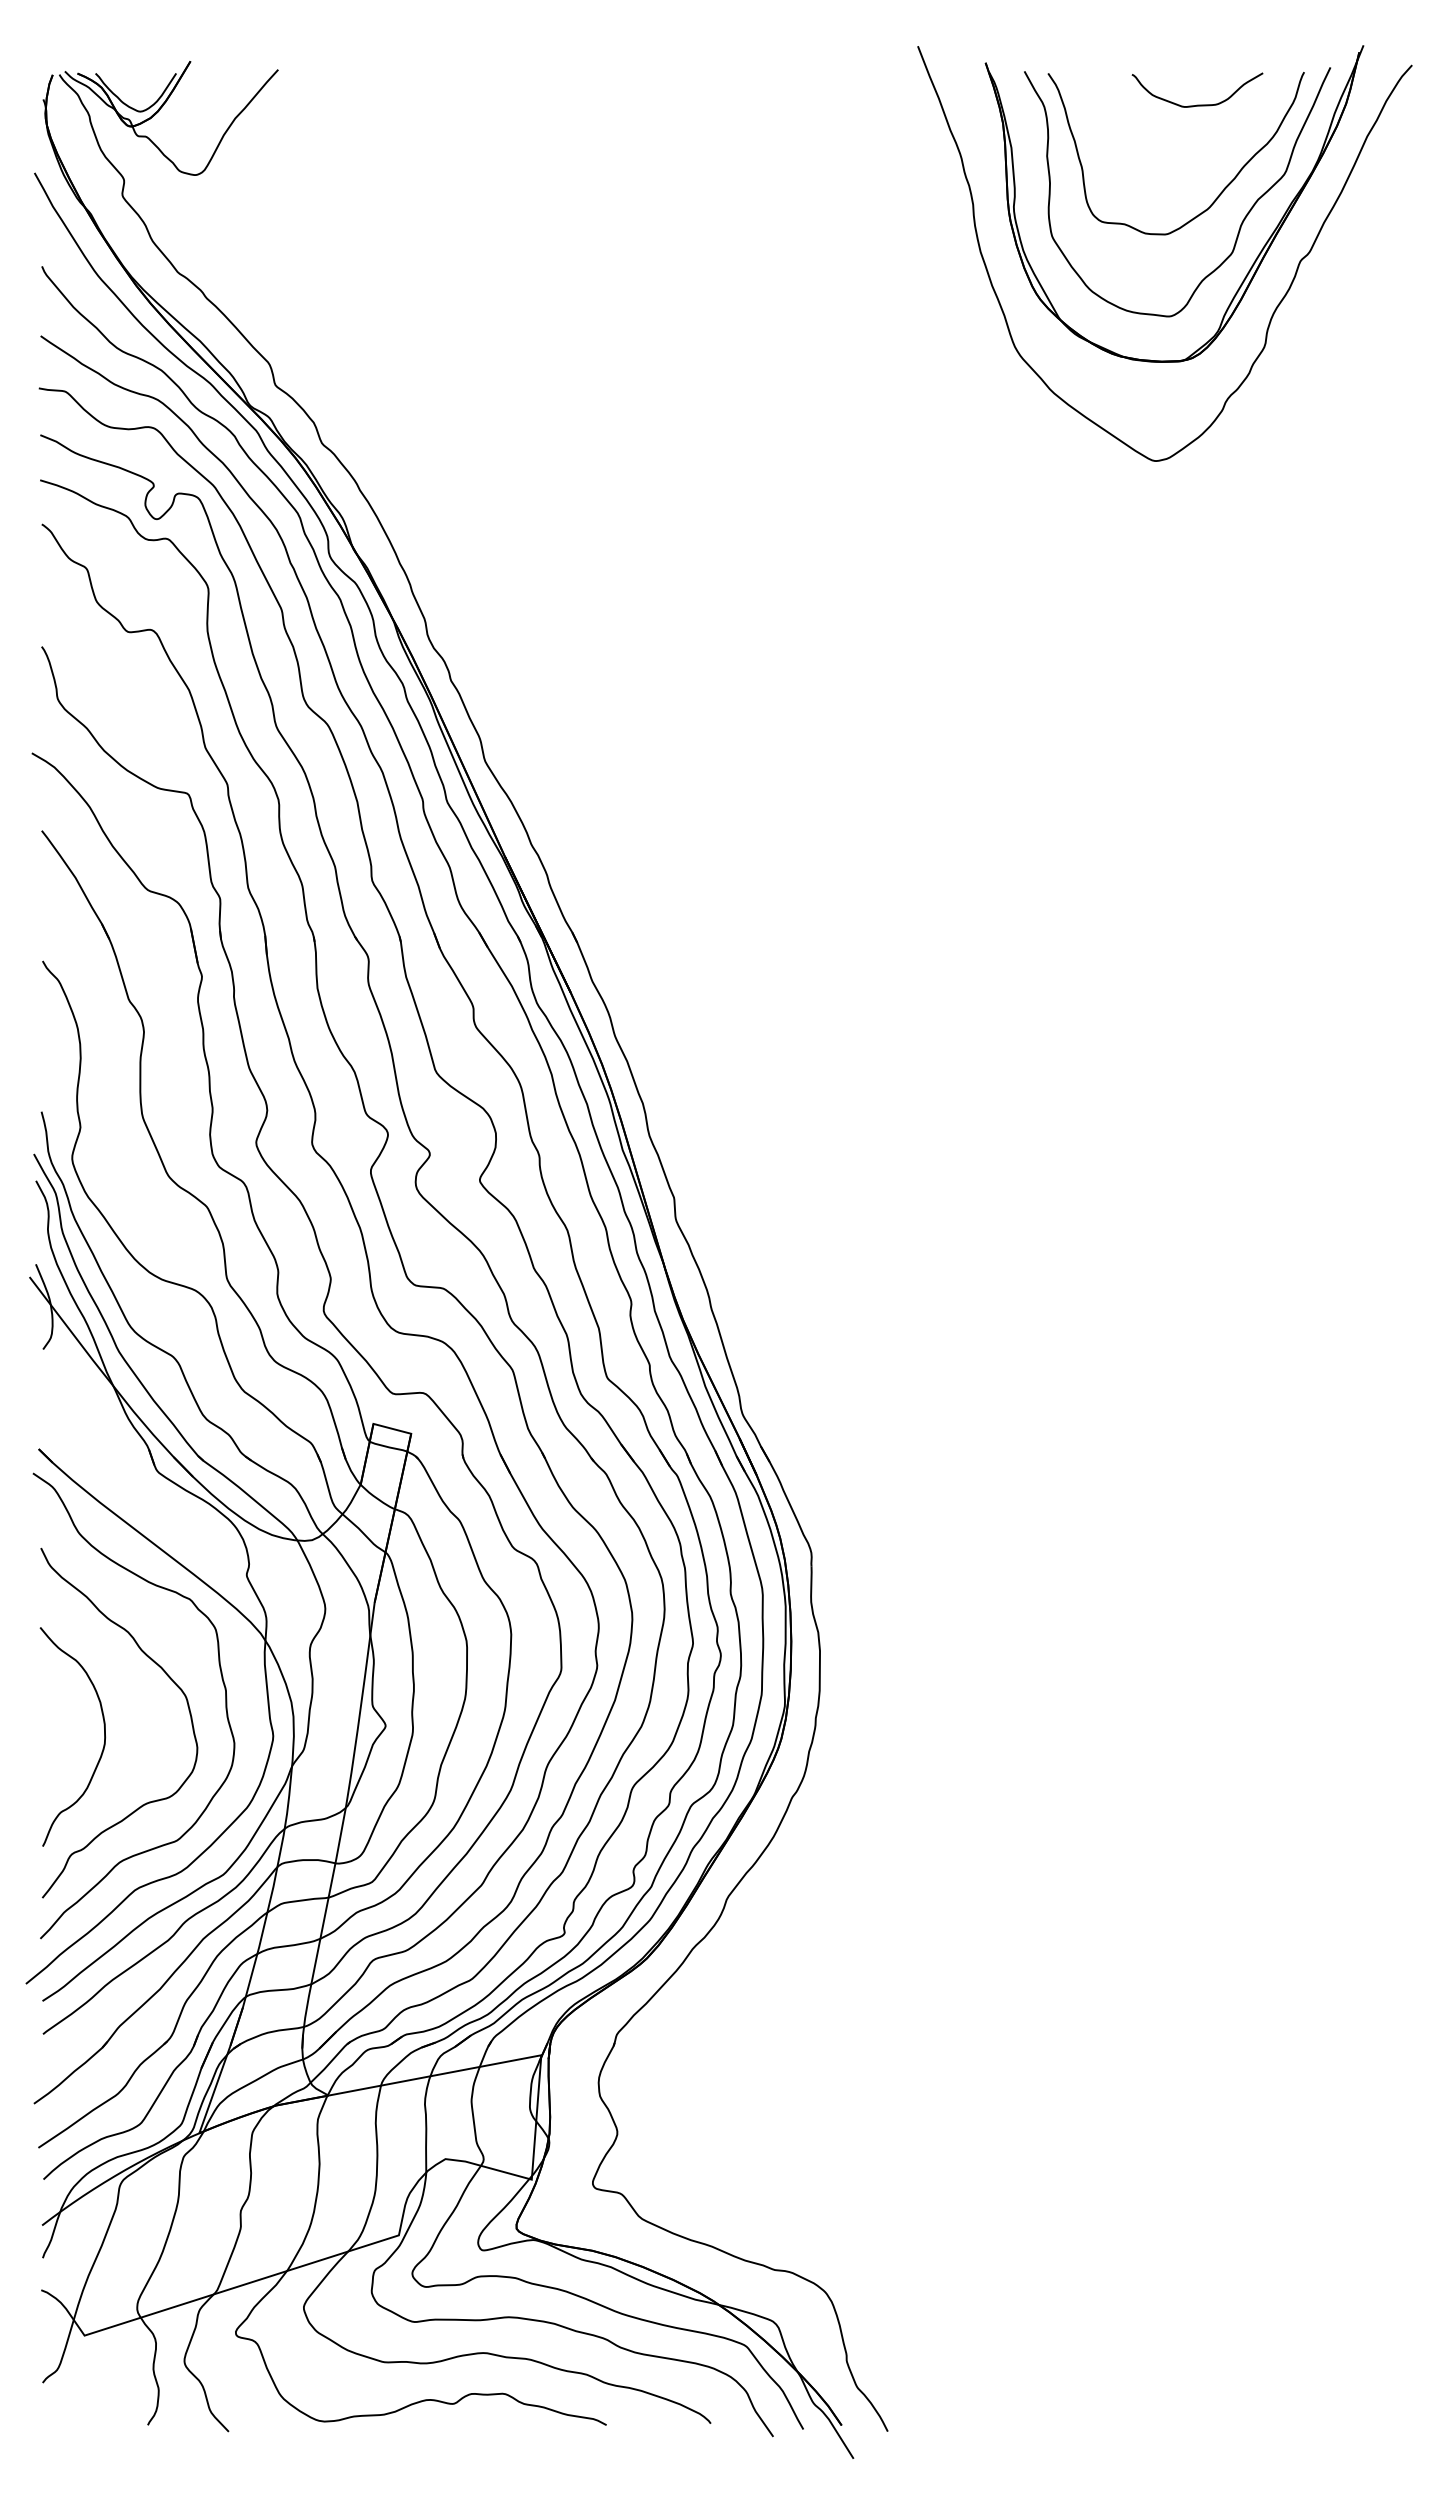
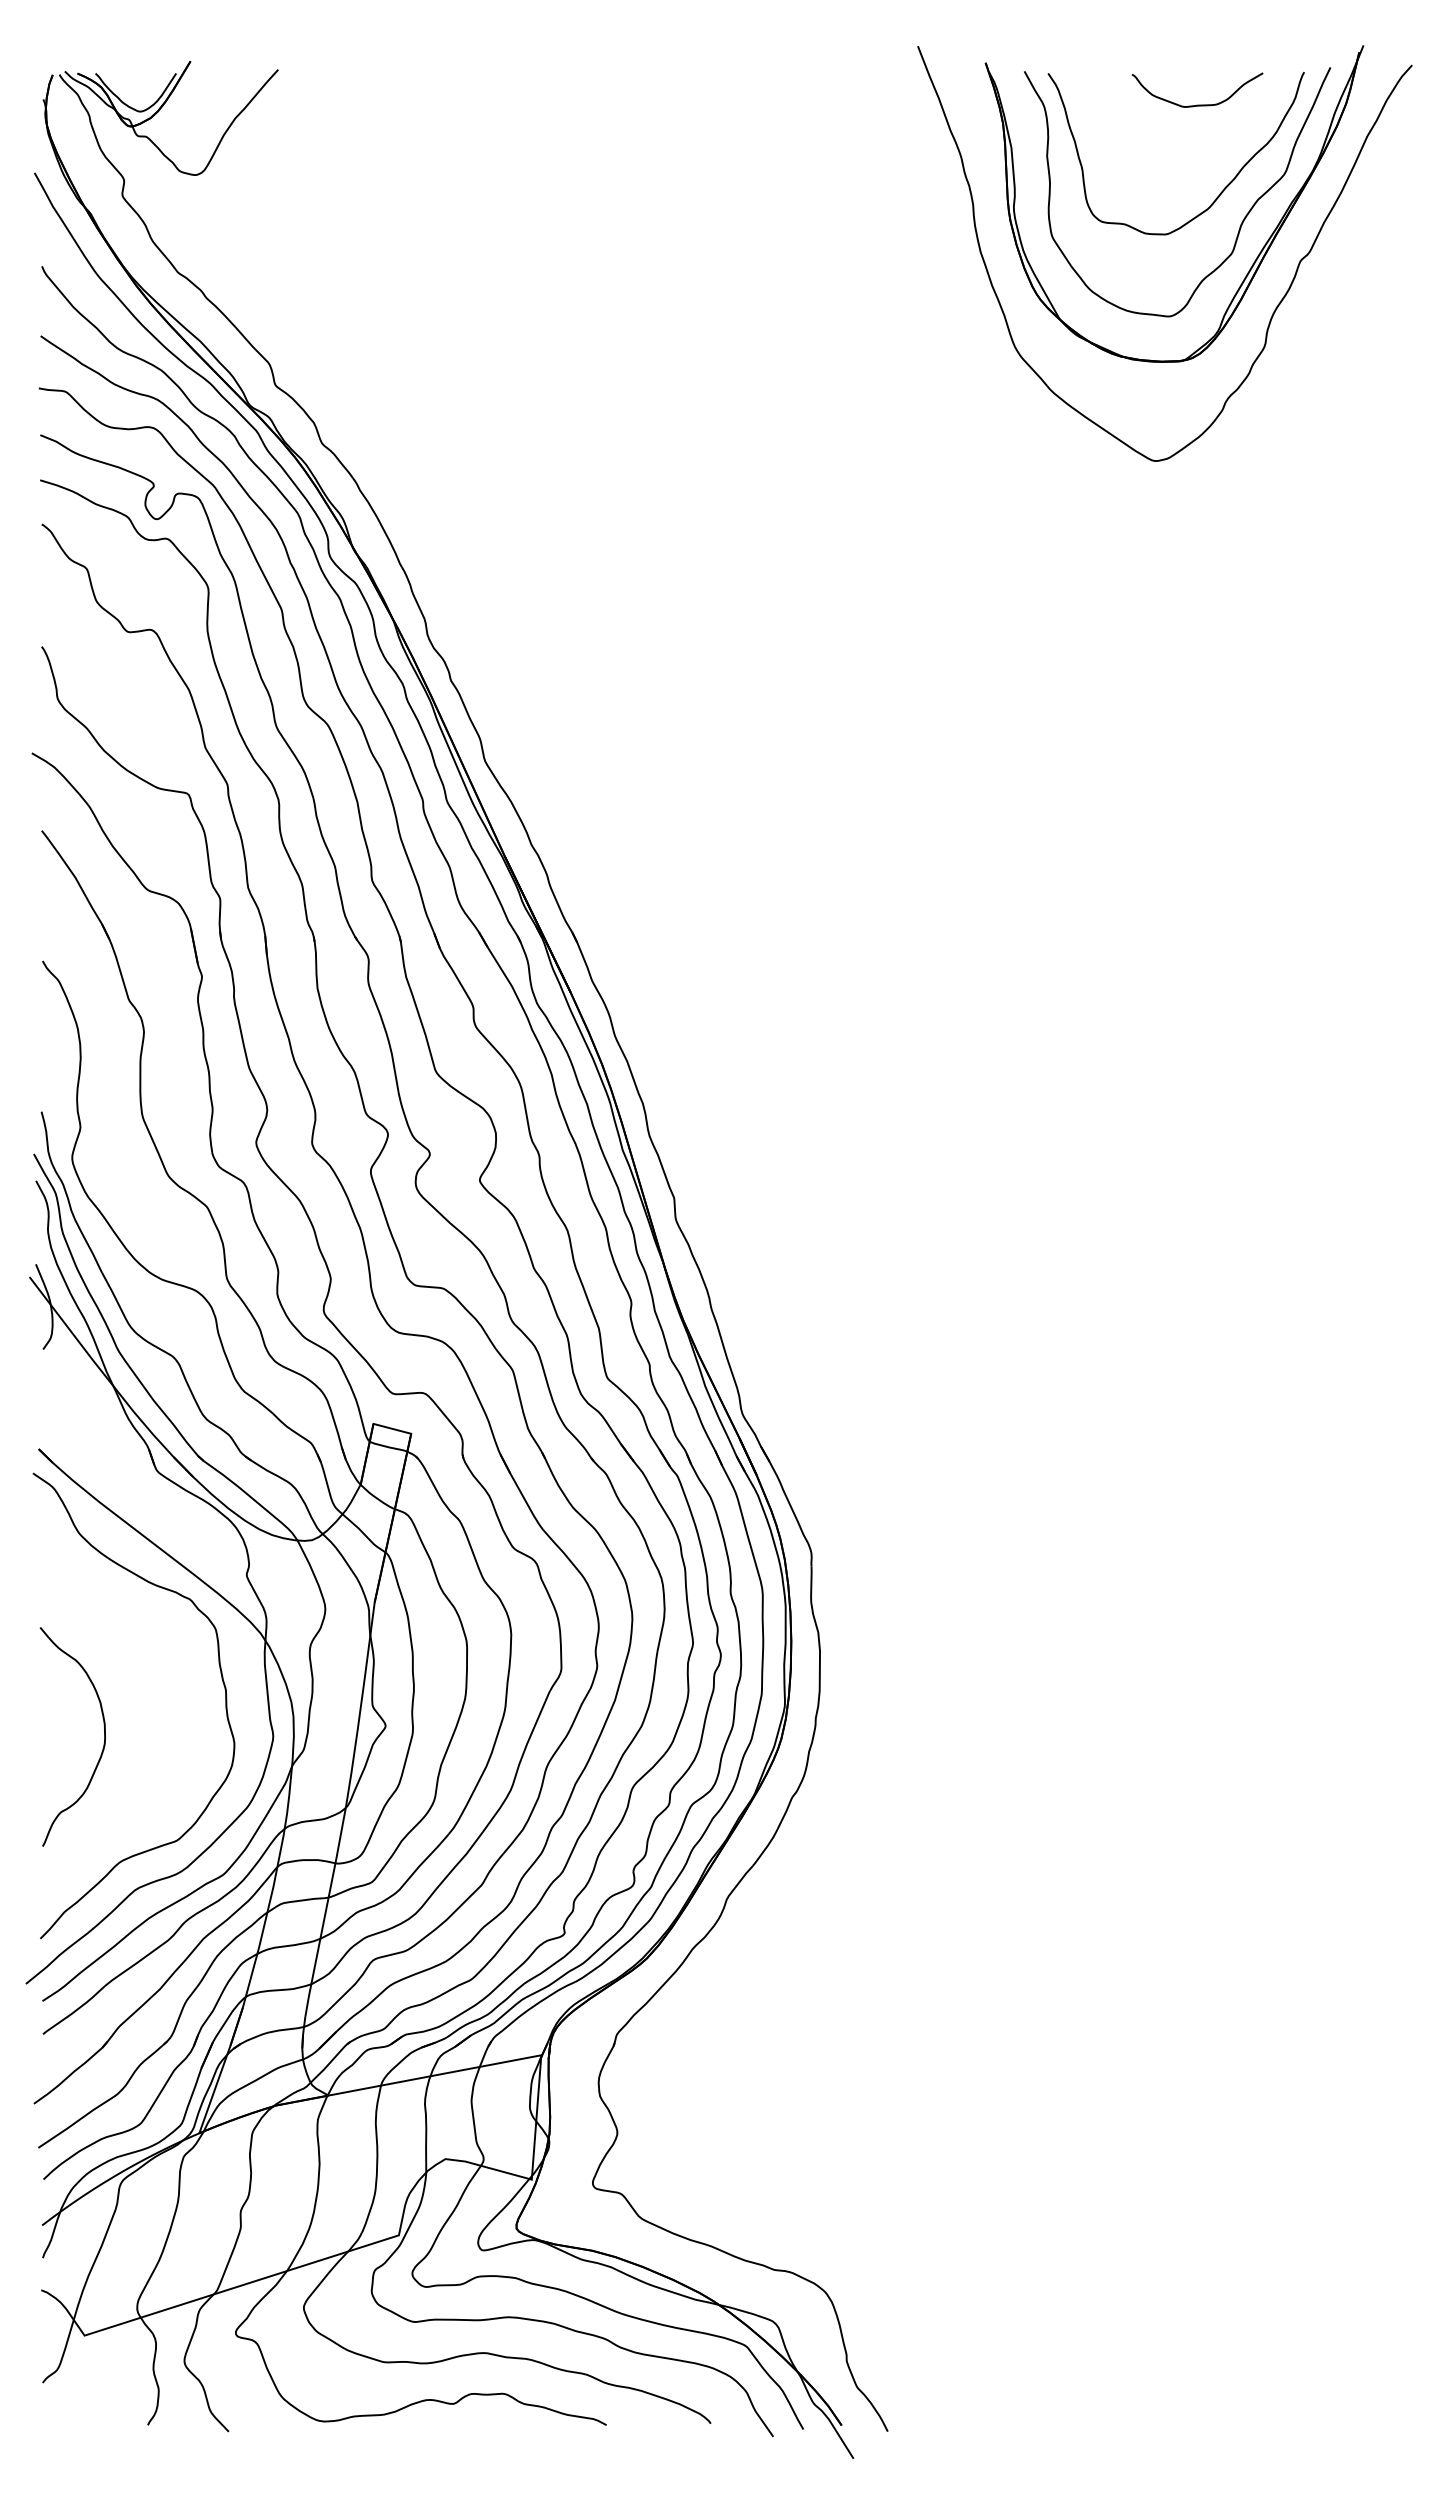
curve at (166, 1675): present -> none
